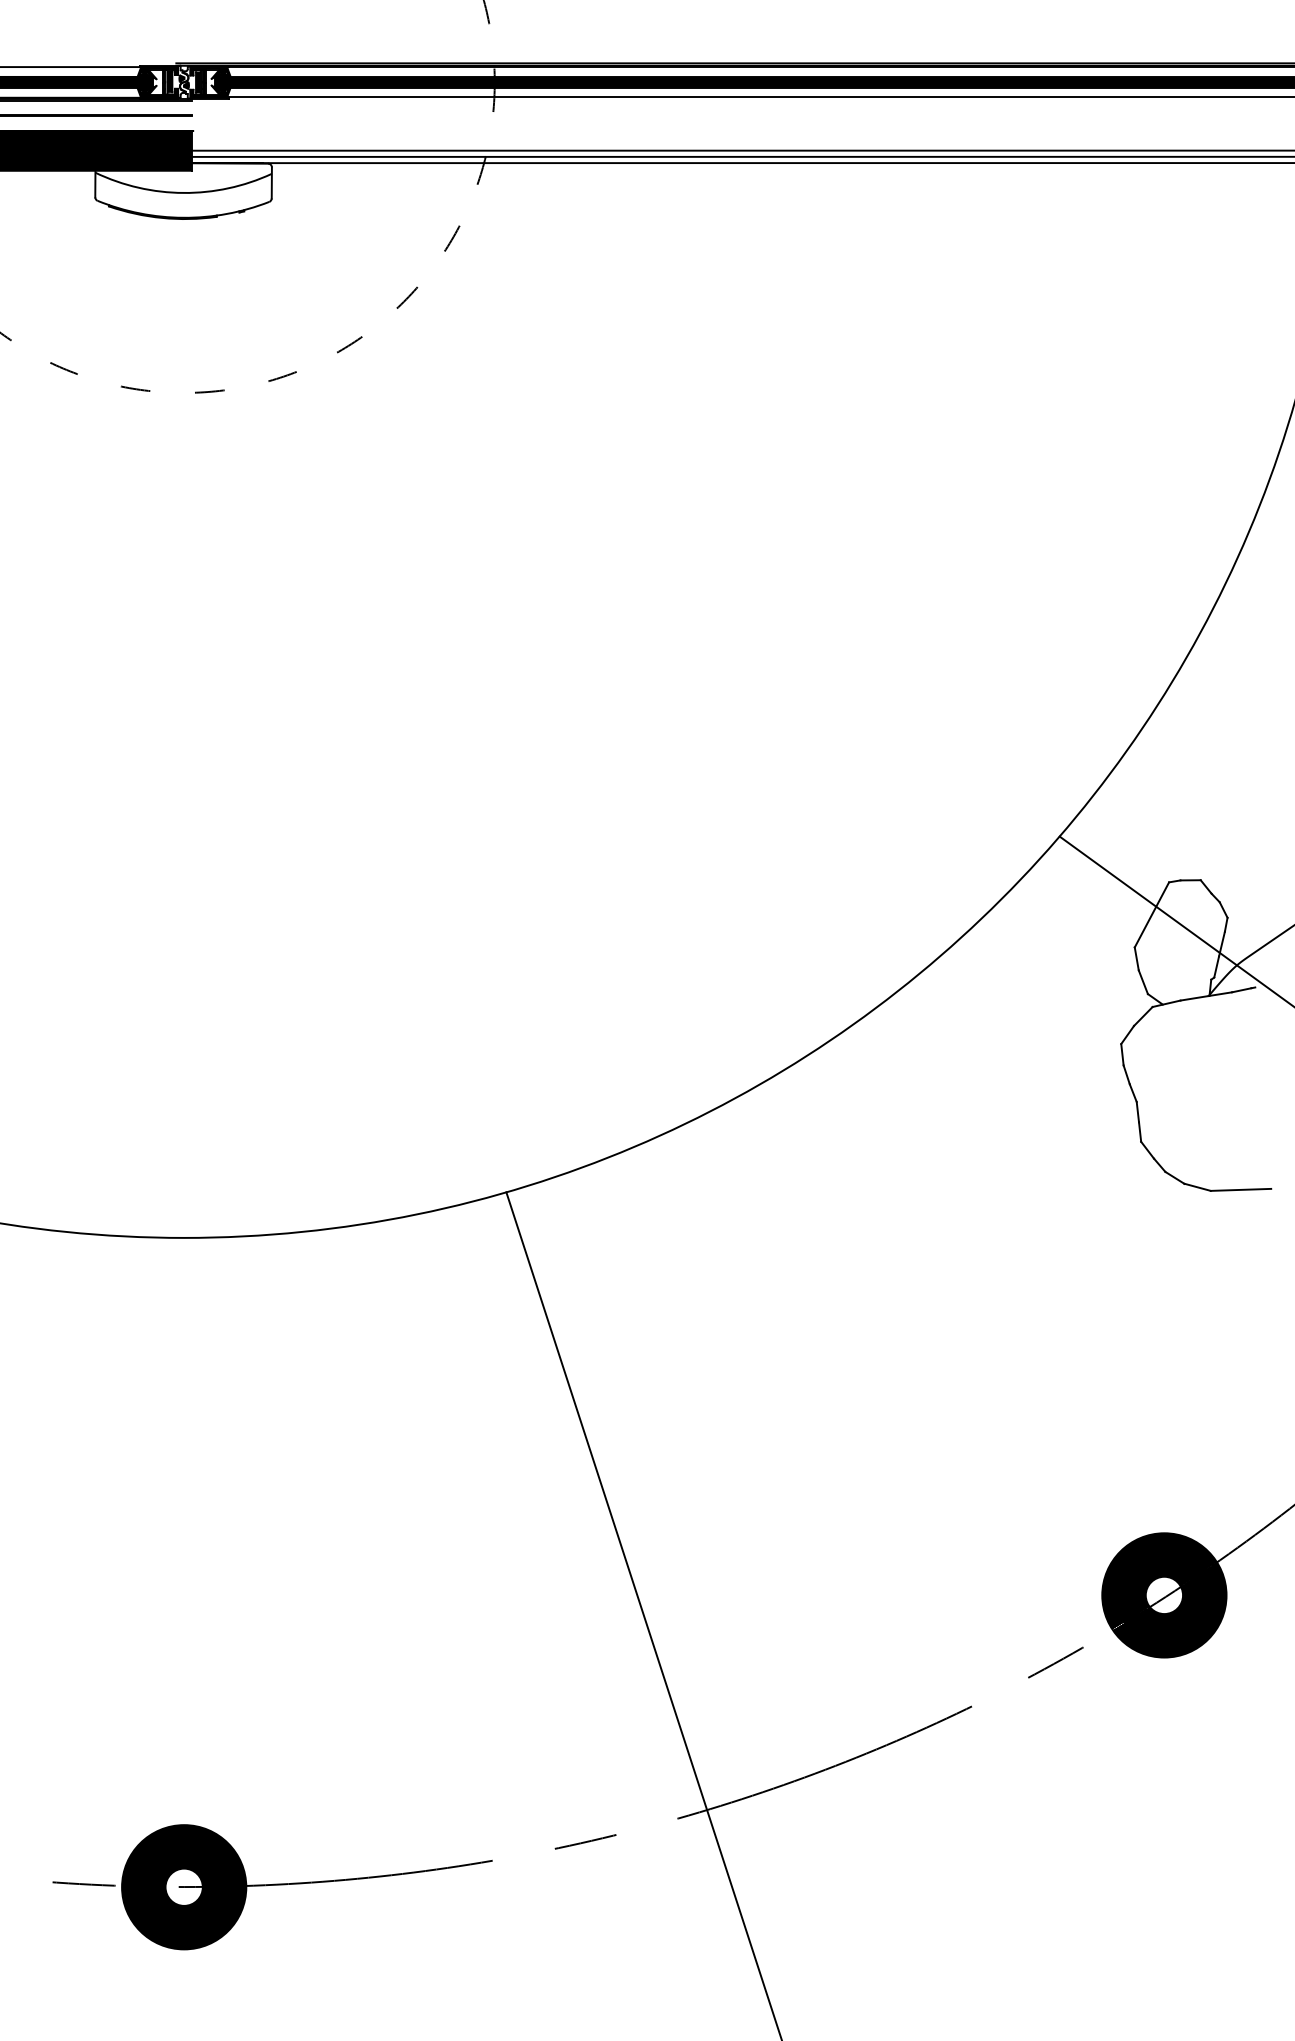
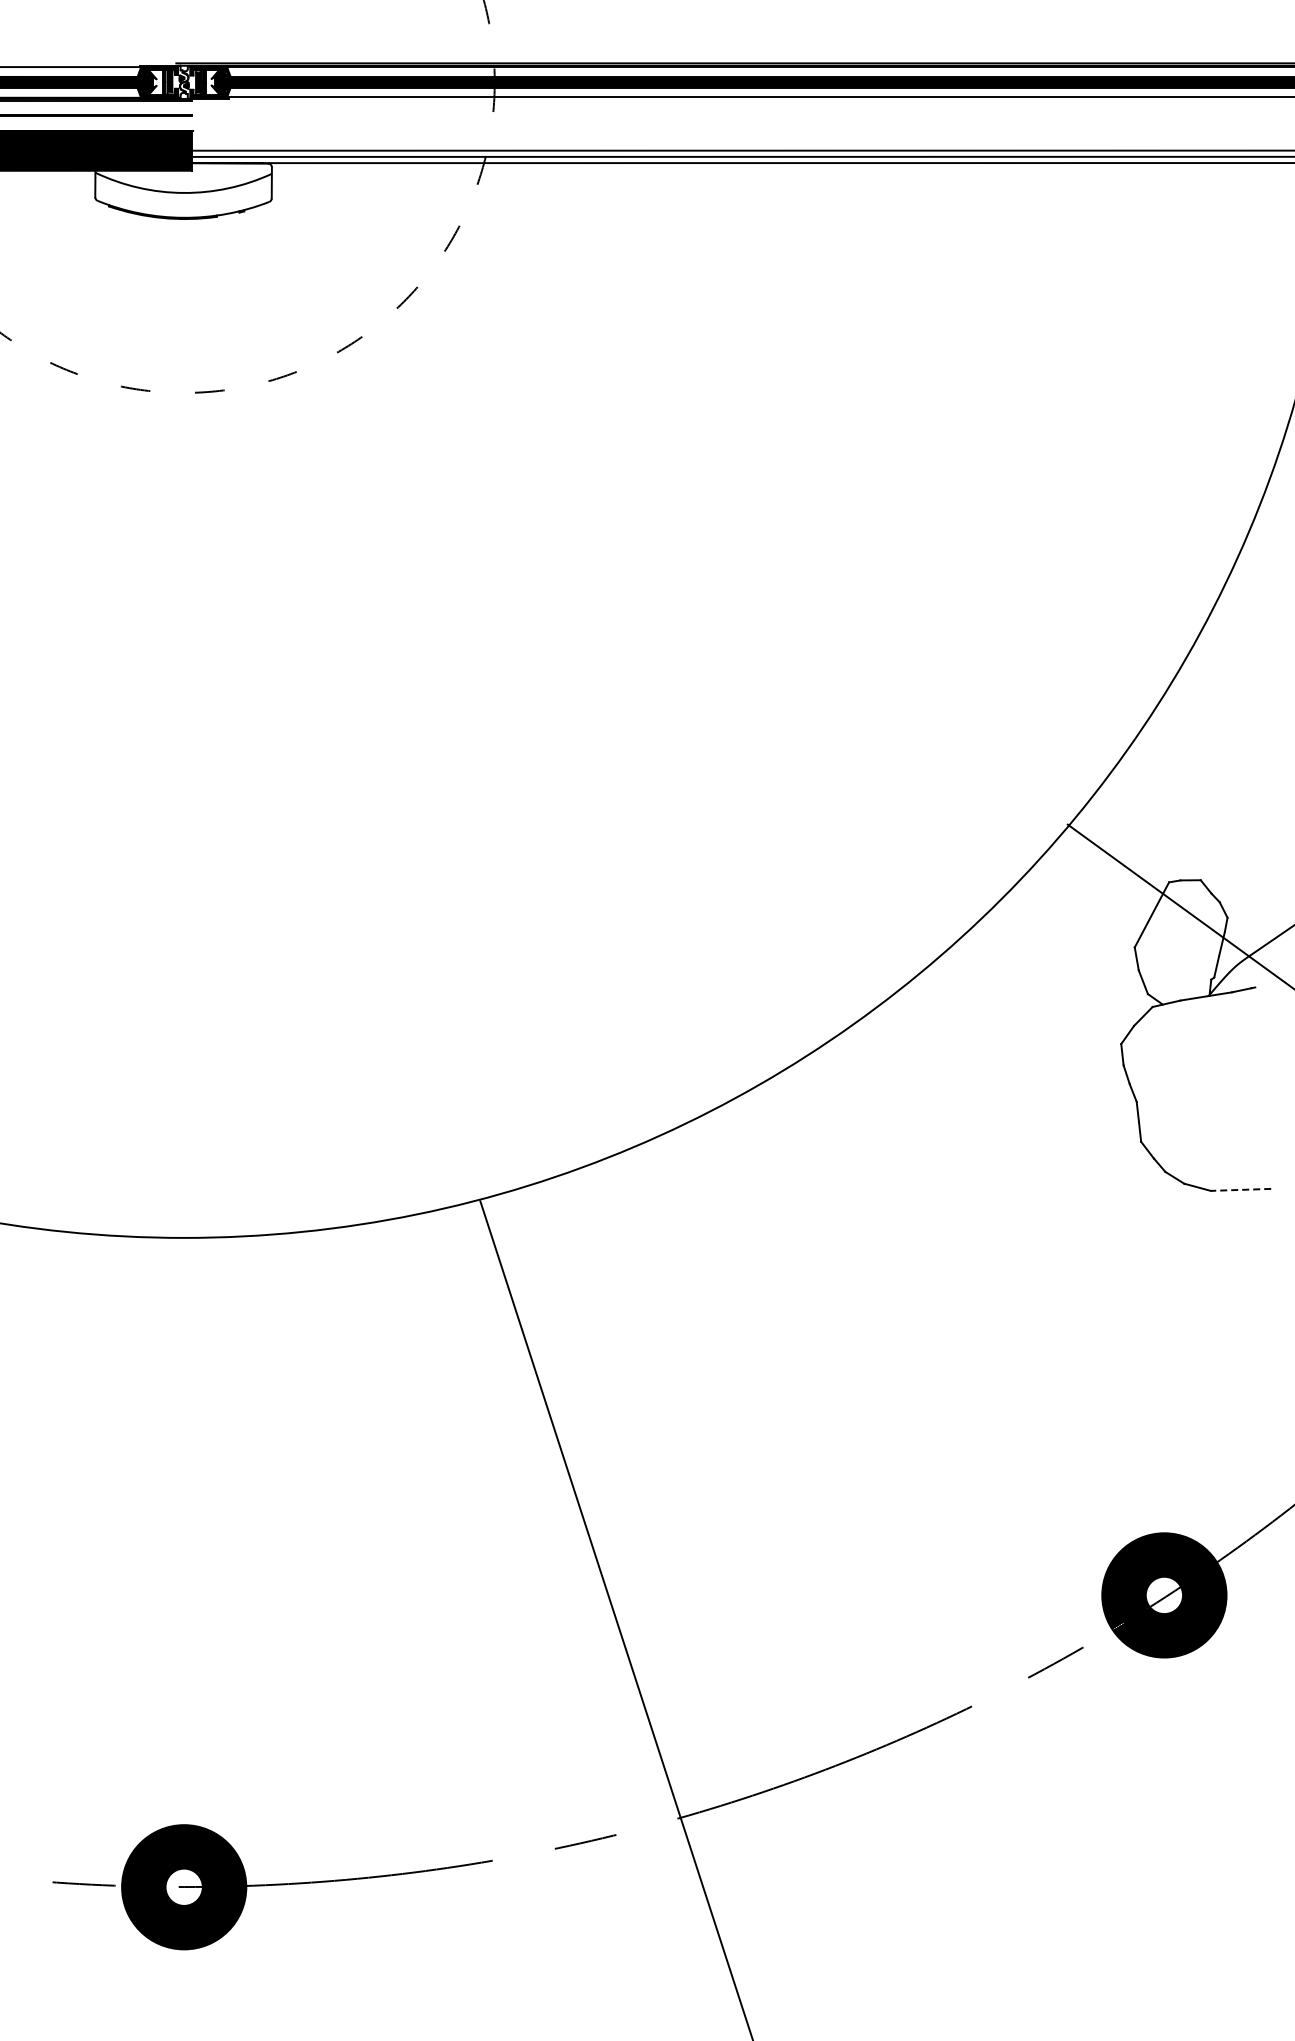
line at (1175, 920) position: (1175, 920) -> (1179, 905)
line at (1240, 1189): solid -> dashed
line at (643, 1614) position: (643, 1614) -> (616, 1619)
